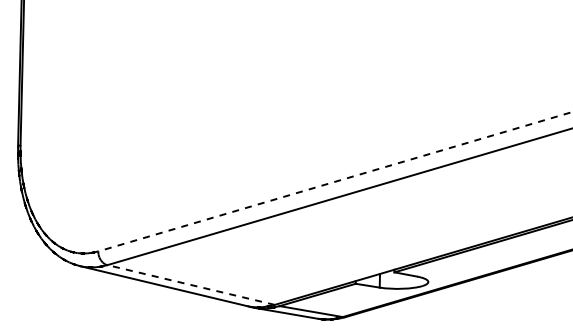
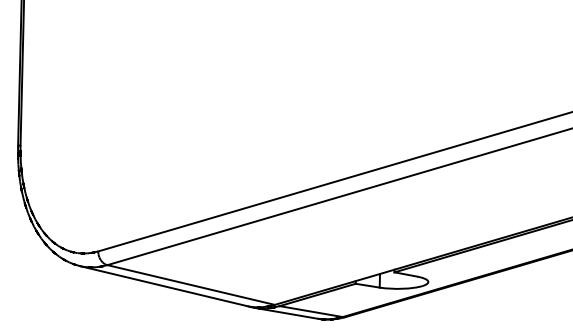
line at (335, 181): dashed -> solid
line at (190, 284): dashed -> solid
